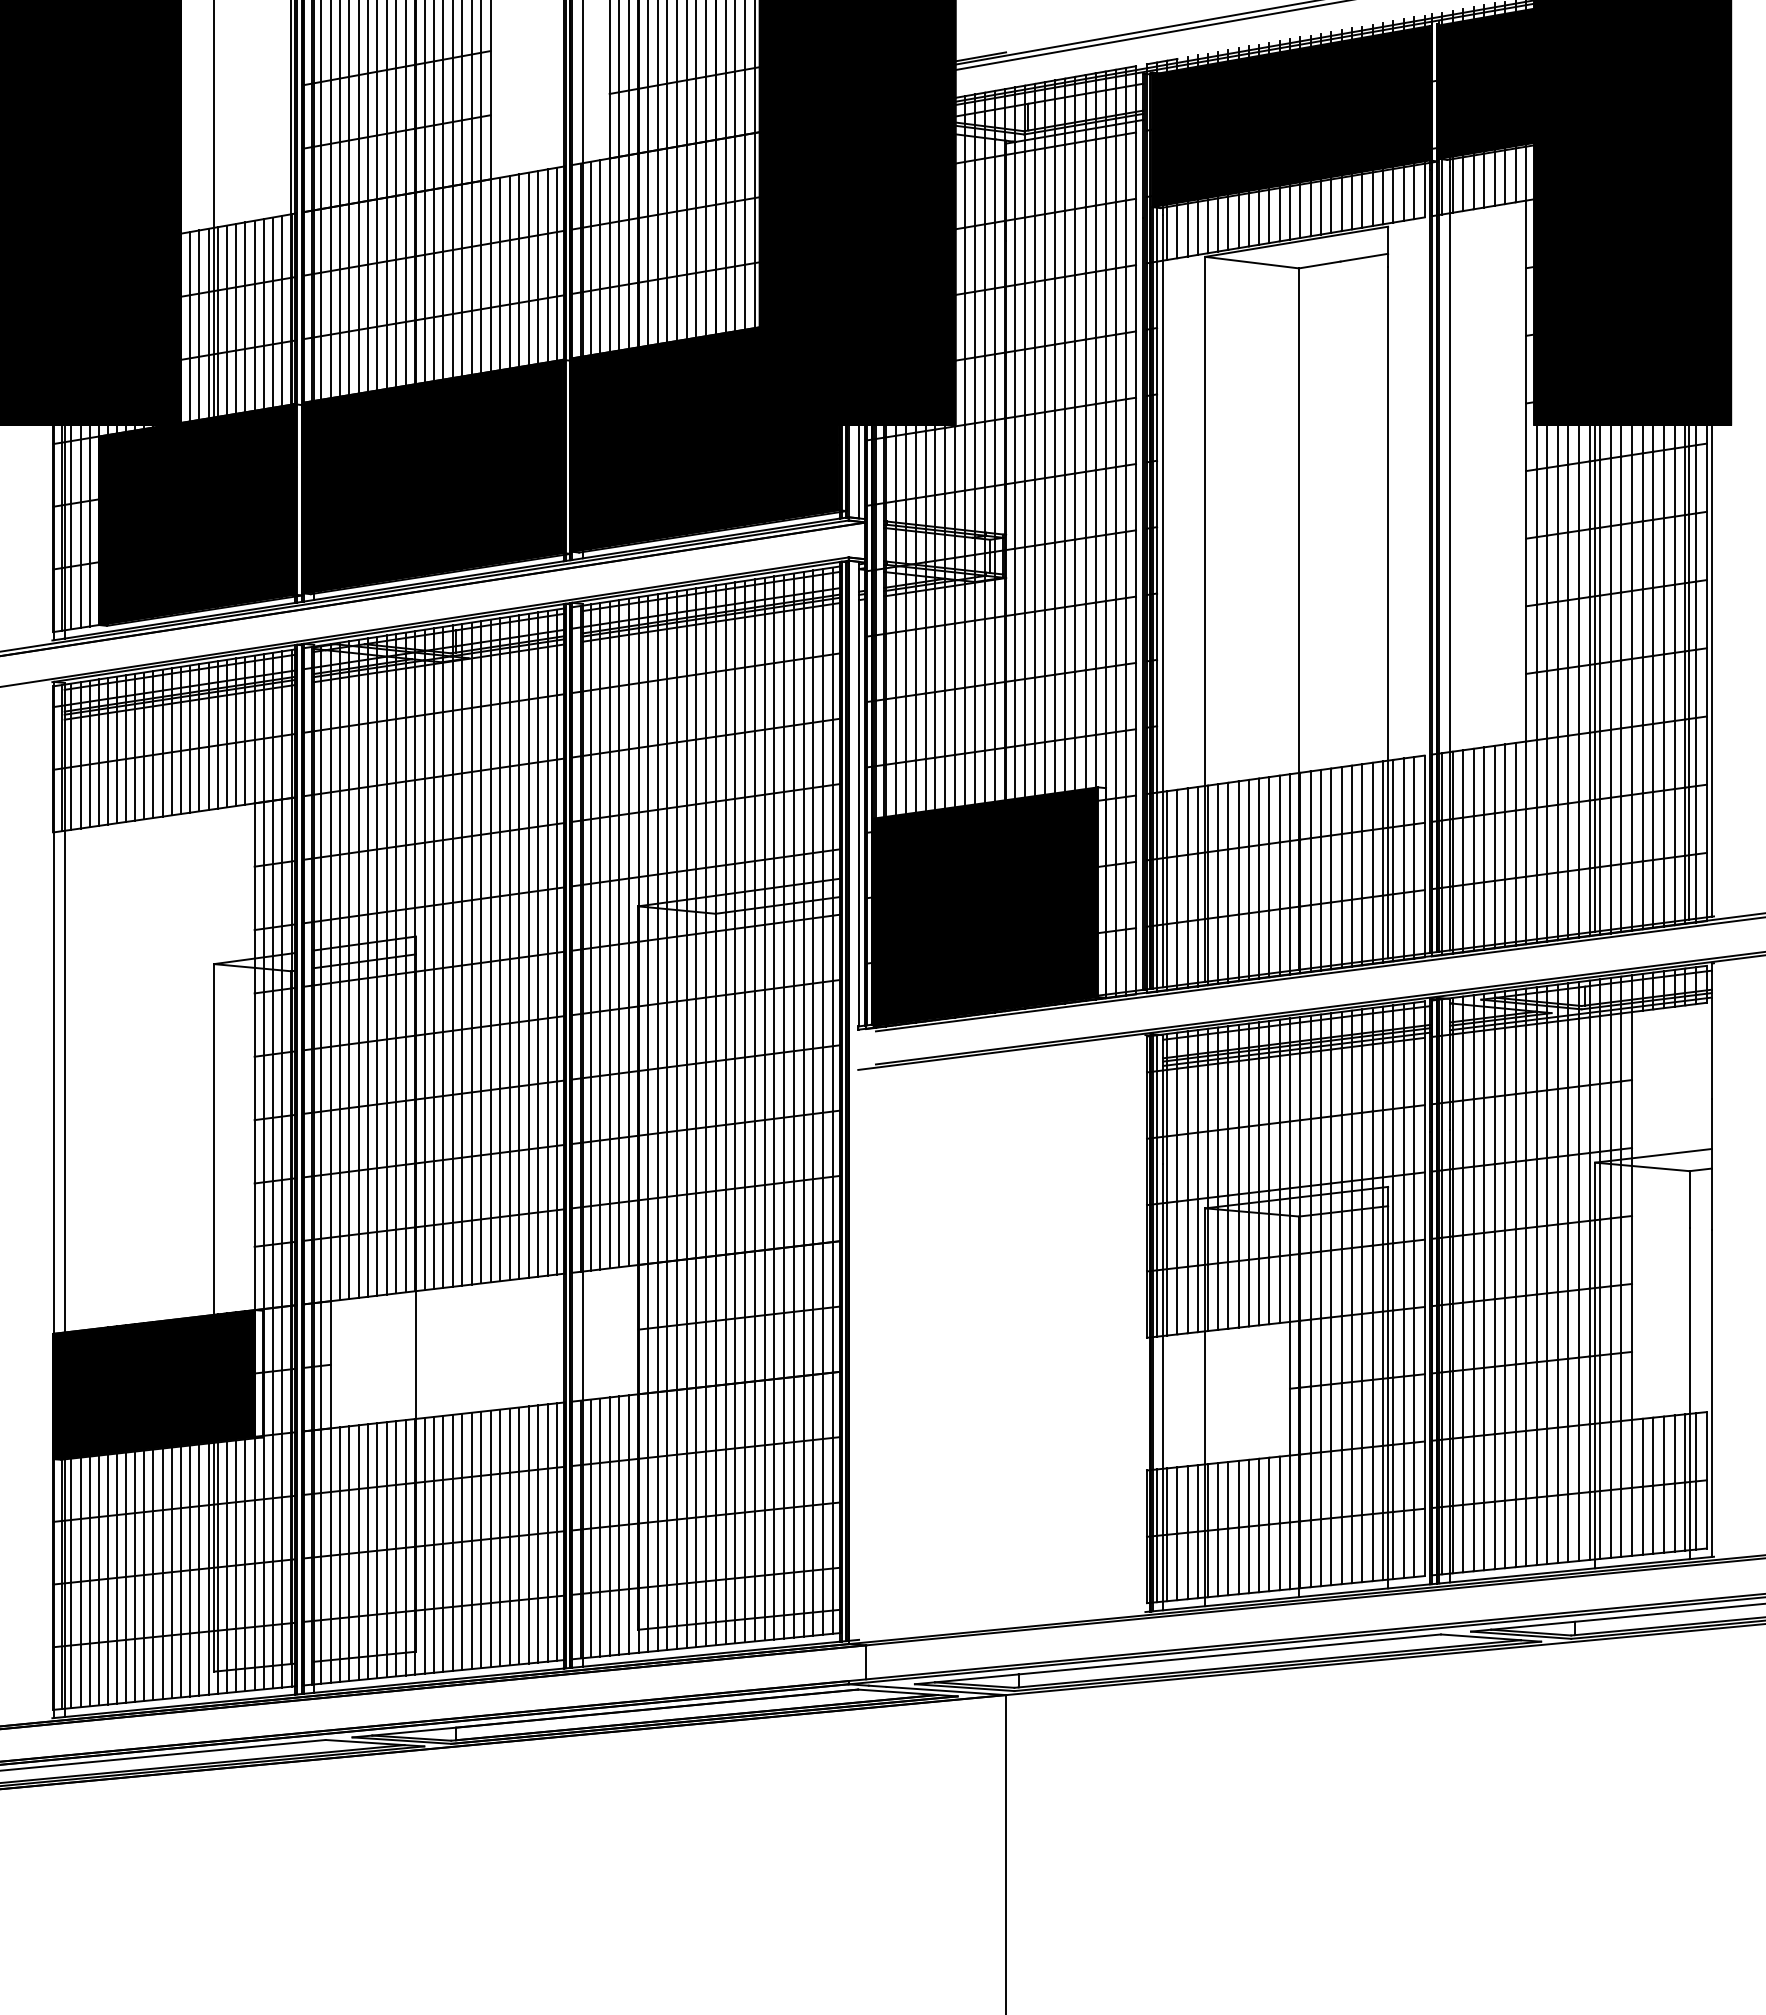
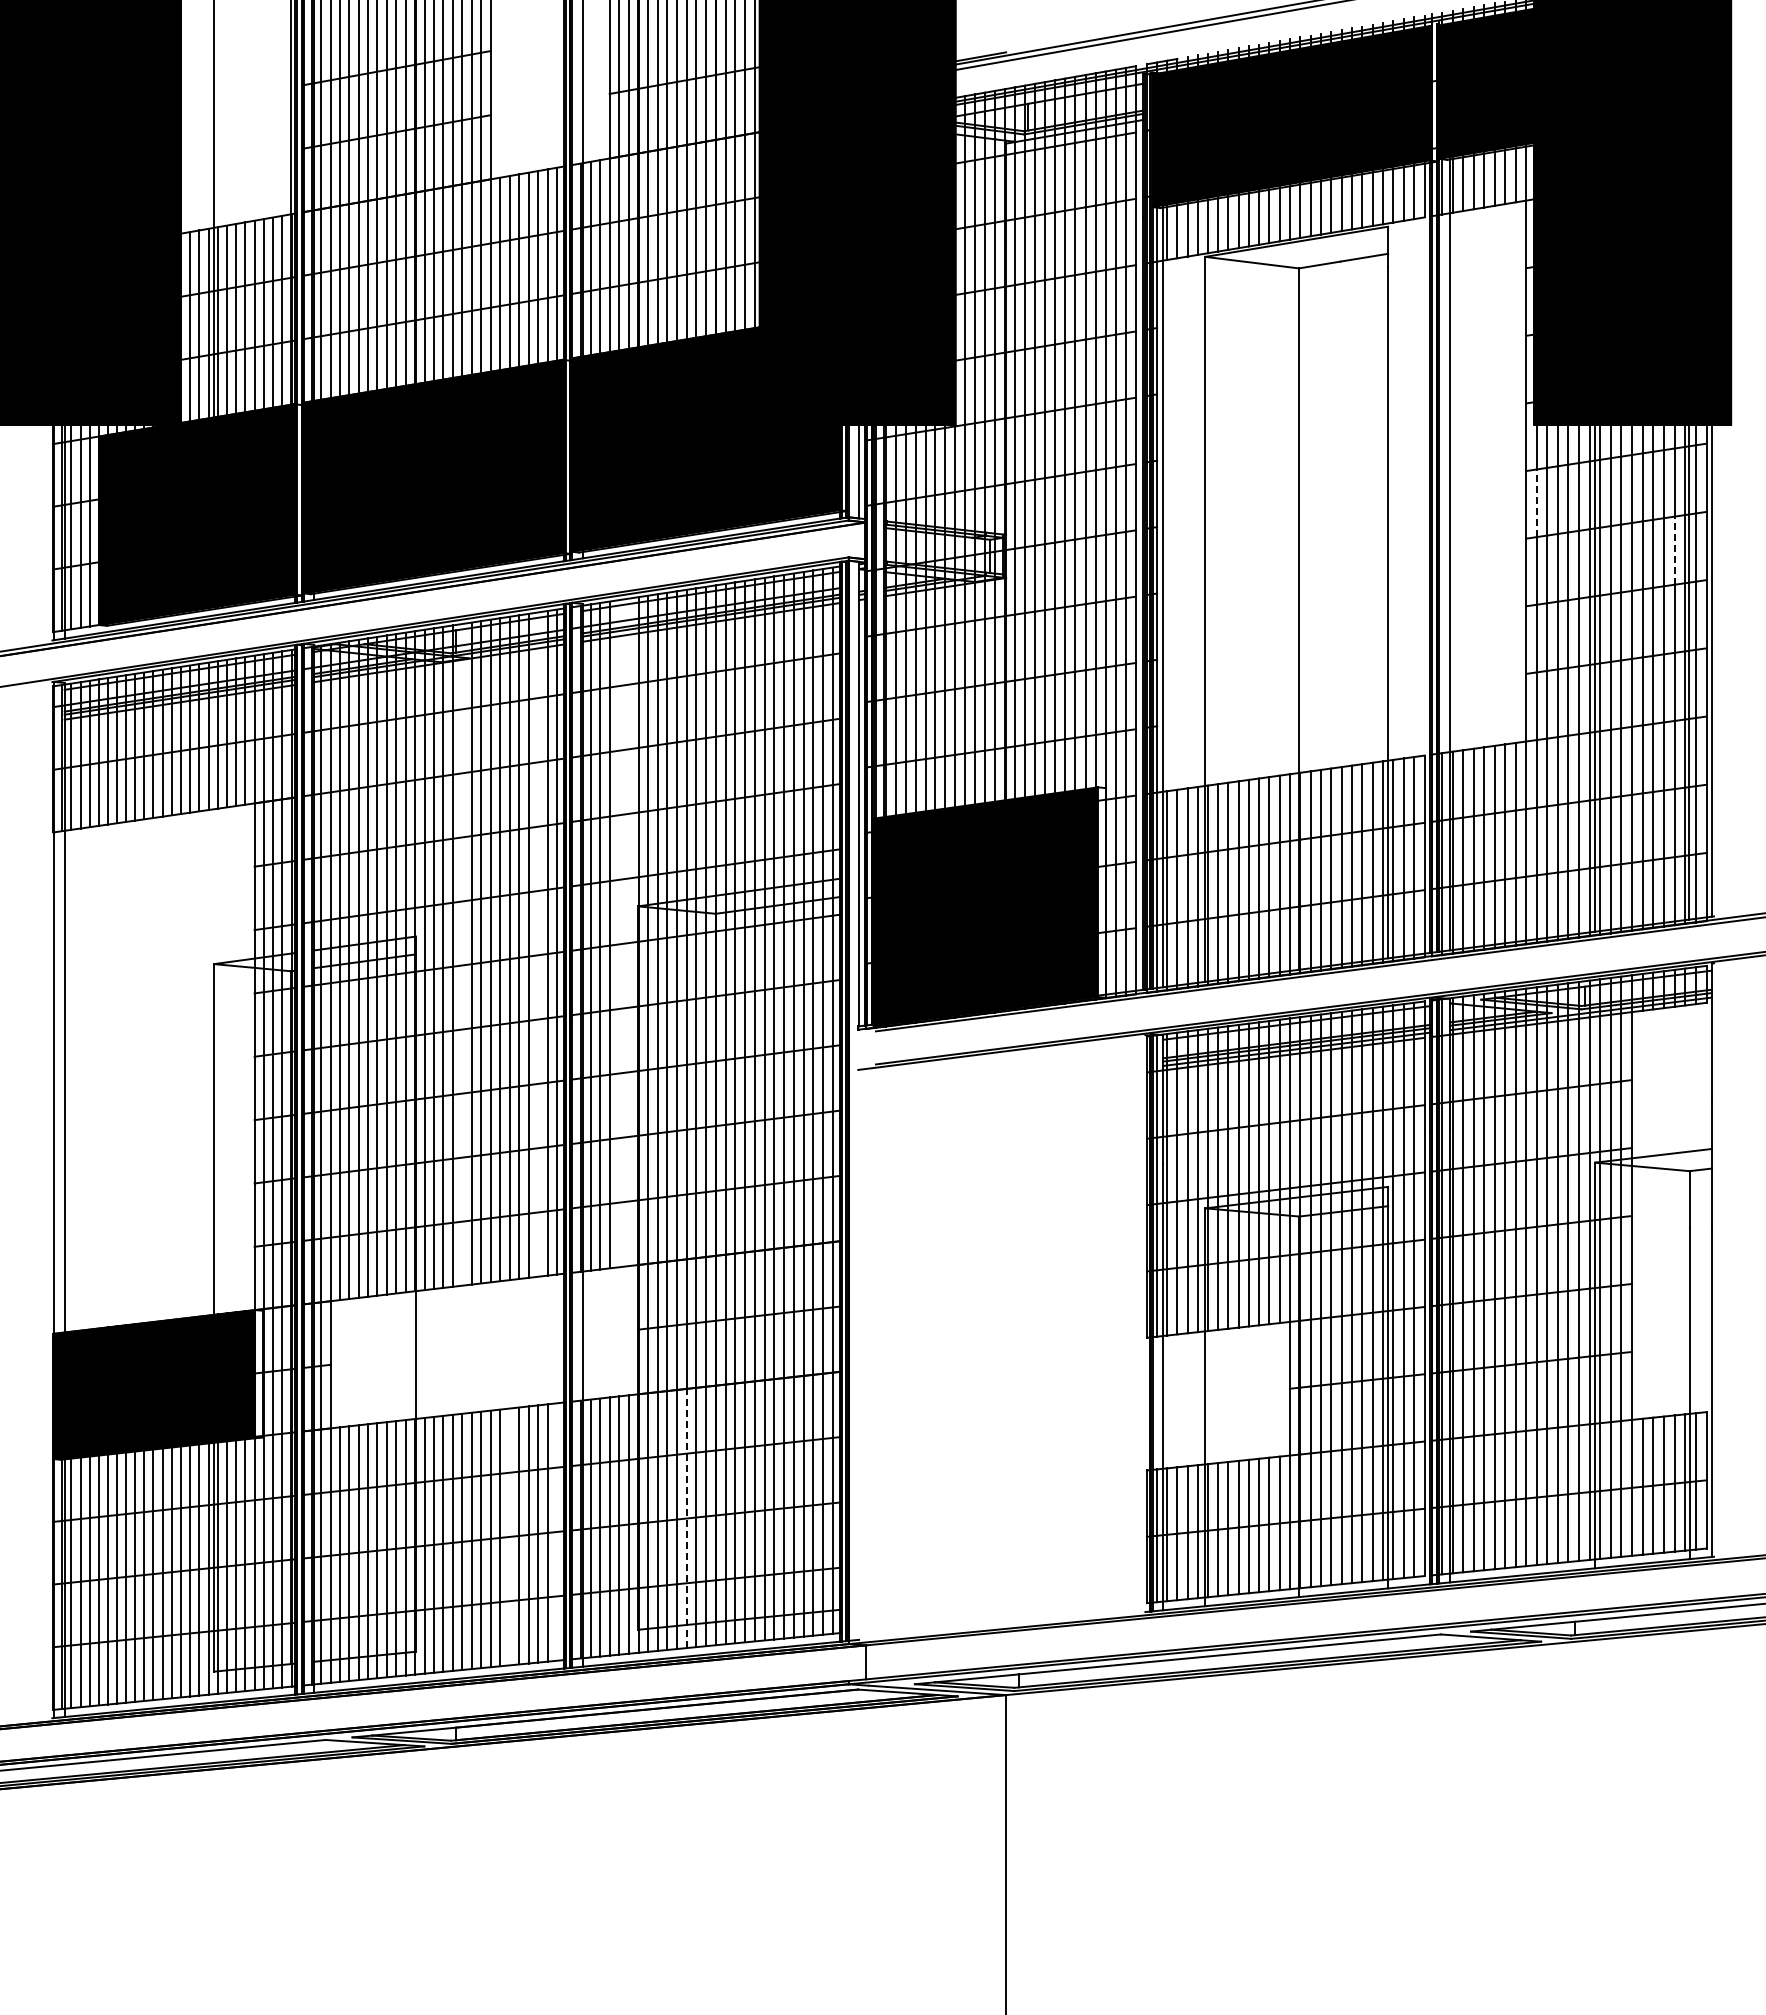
line at (1536, 503): solid -> dashed
line at (1674, 550): solid -> dashed
line at (628, 932): present -> none
line at (619, 933): present -> none
line at (538, 944): present -> none
line at (462, 954): present -> none
line at (686, 1518): solid -> dashed
line at (557, 1531): present -> none
line at (509, 1536): present -> none
